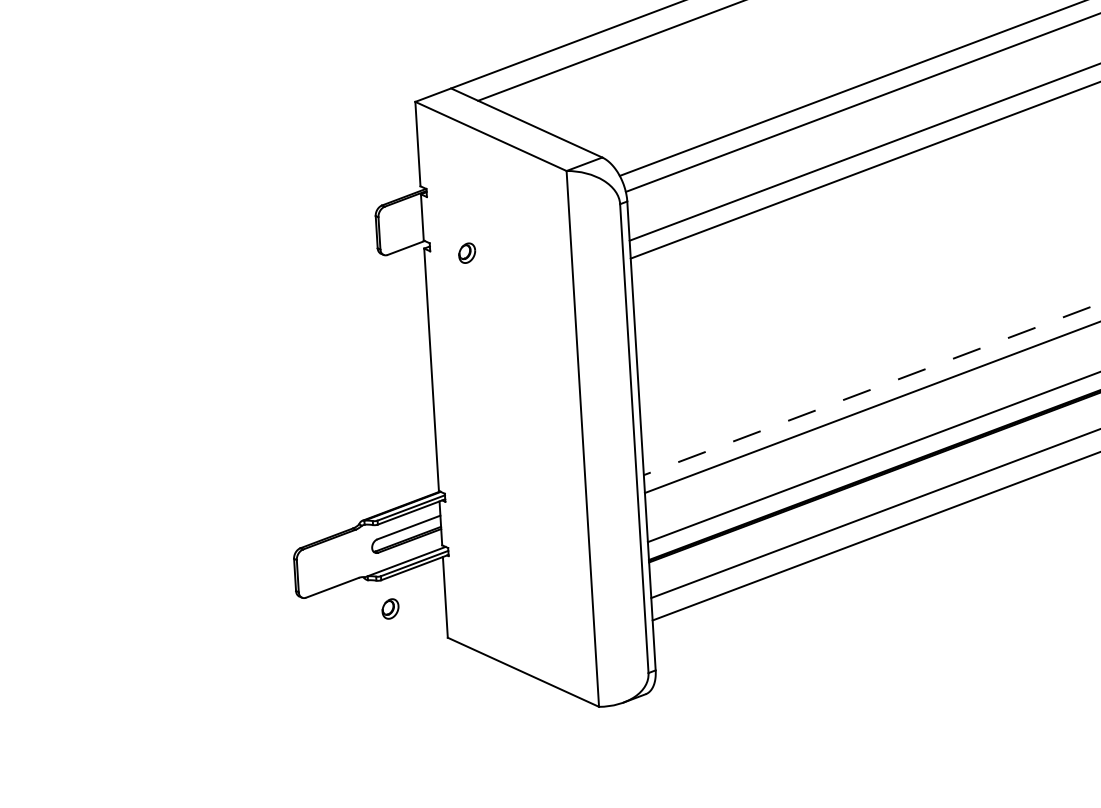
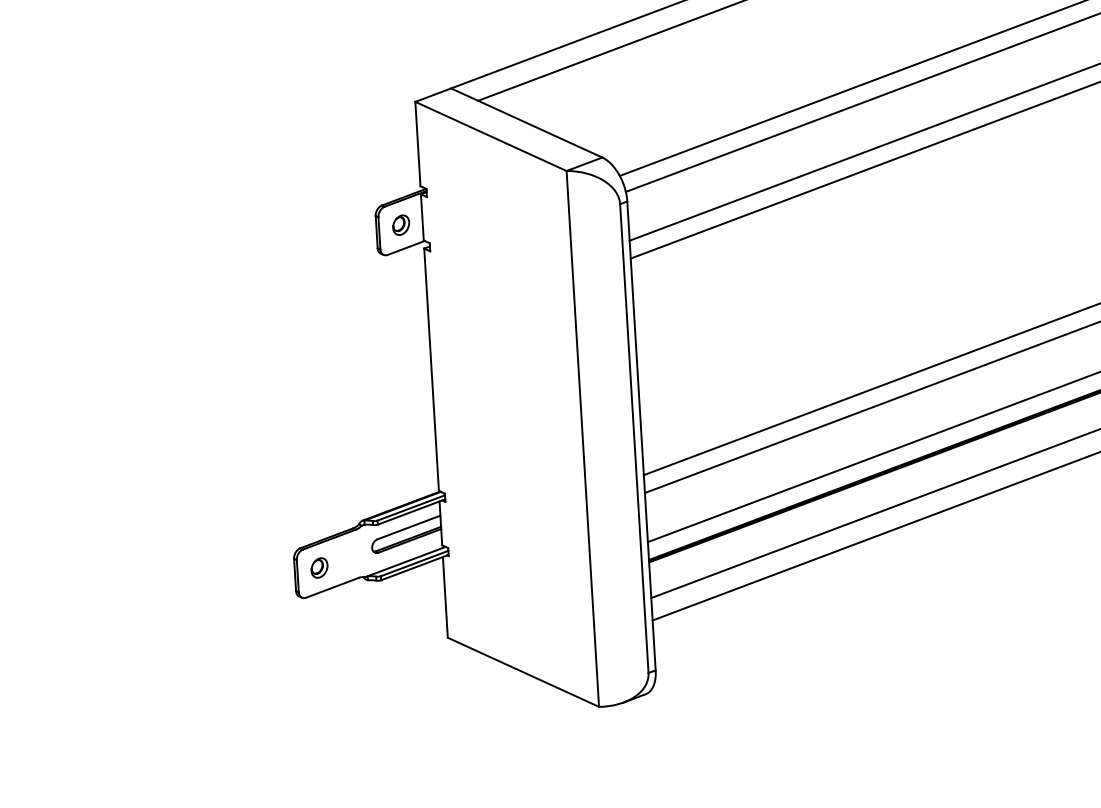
part at (467, 252) position: (467, 252) -> (401, 224)
line at (872, 389): dashed -> solid
part at (390, 608) position: (390, 608) -> (319, 567)
